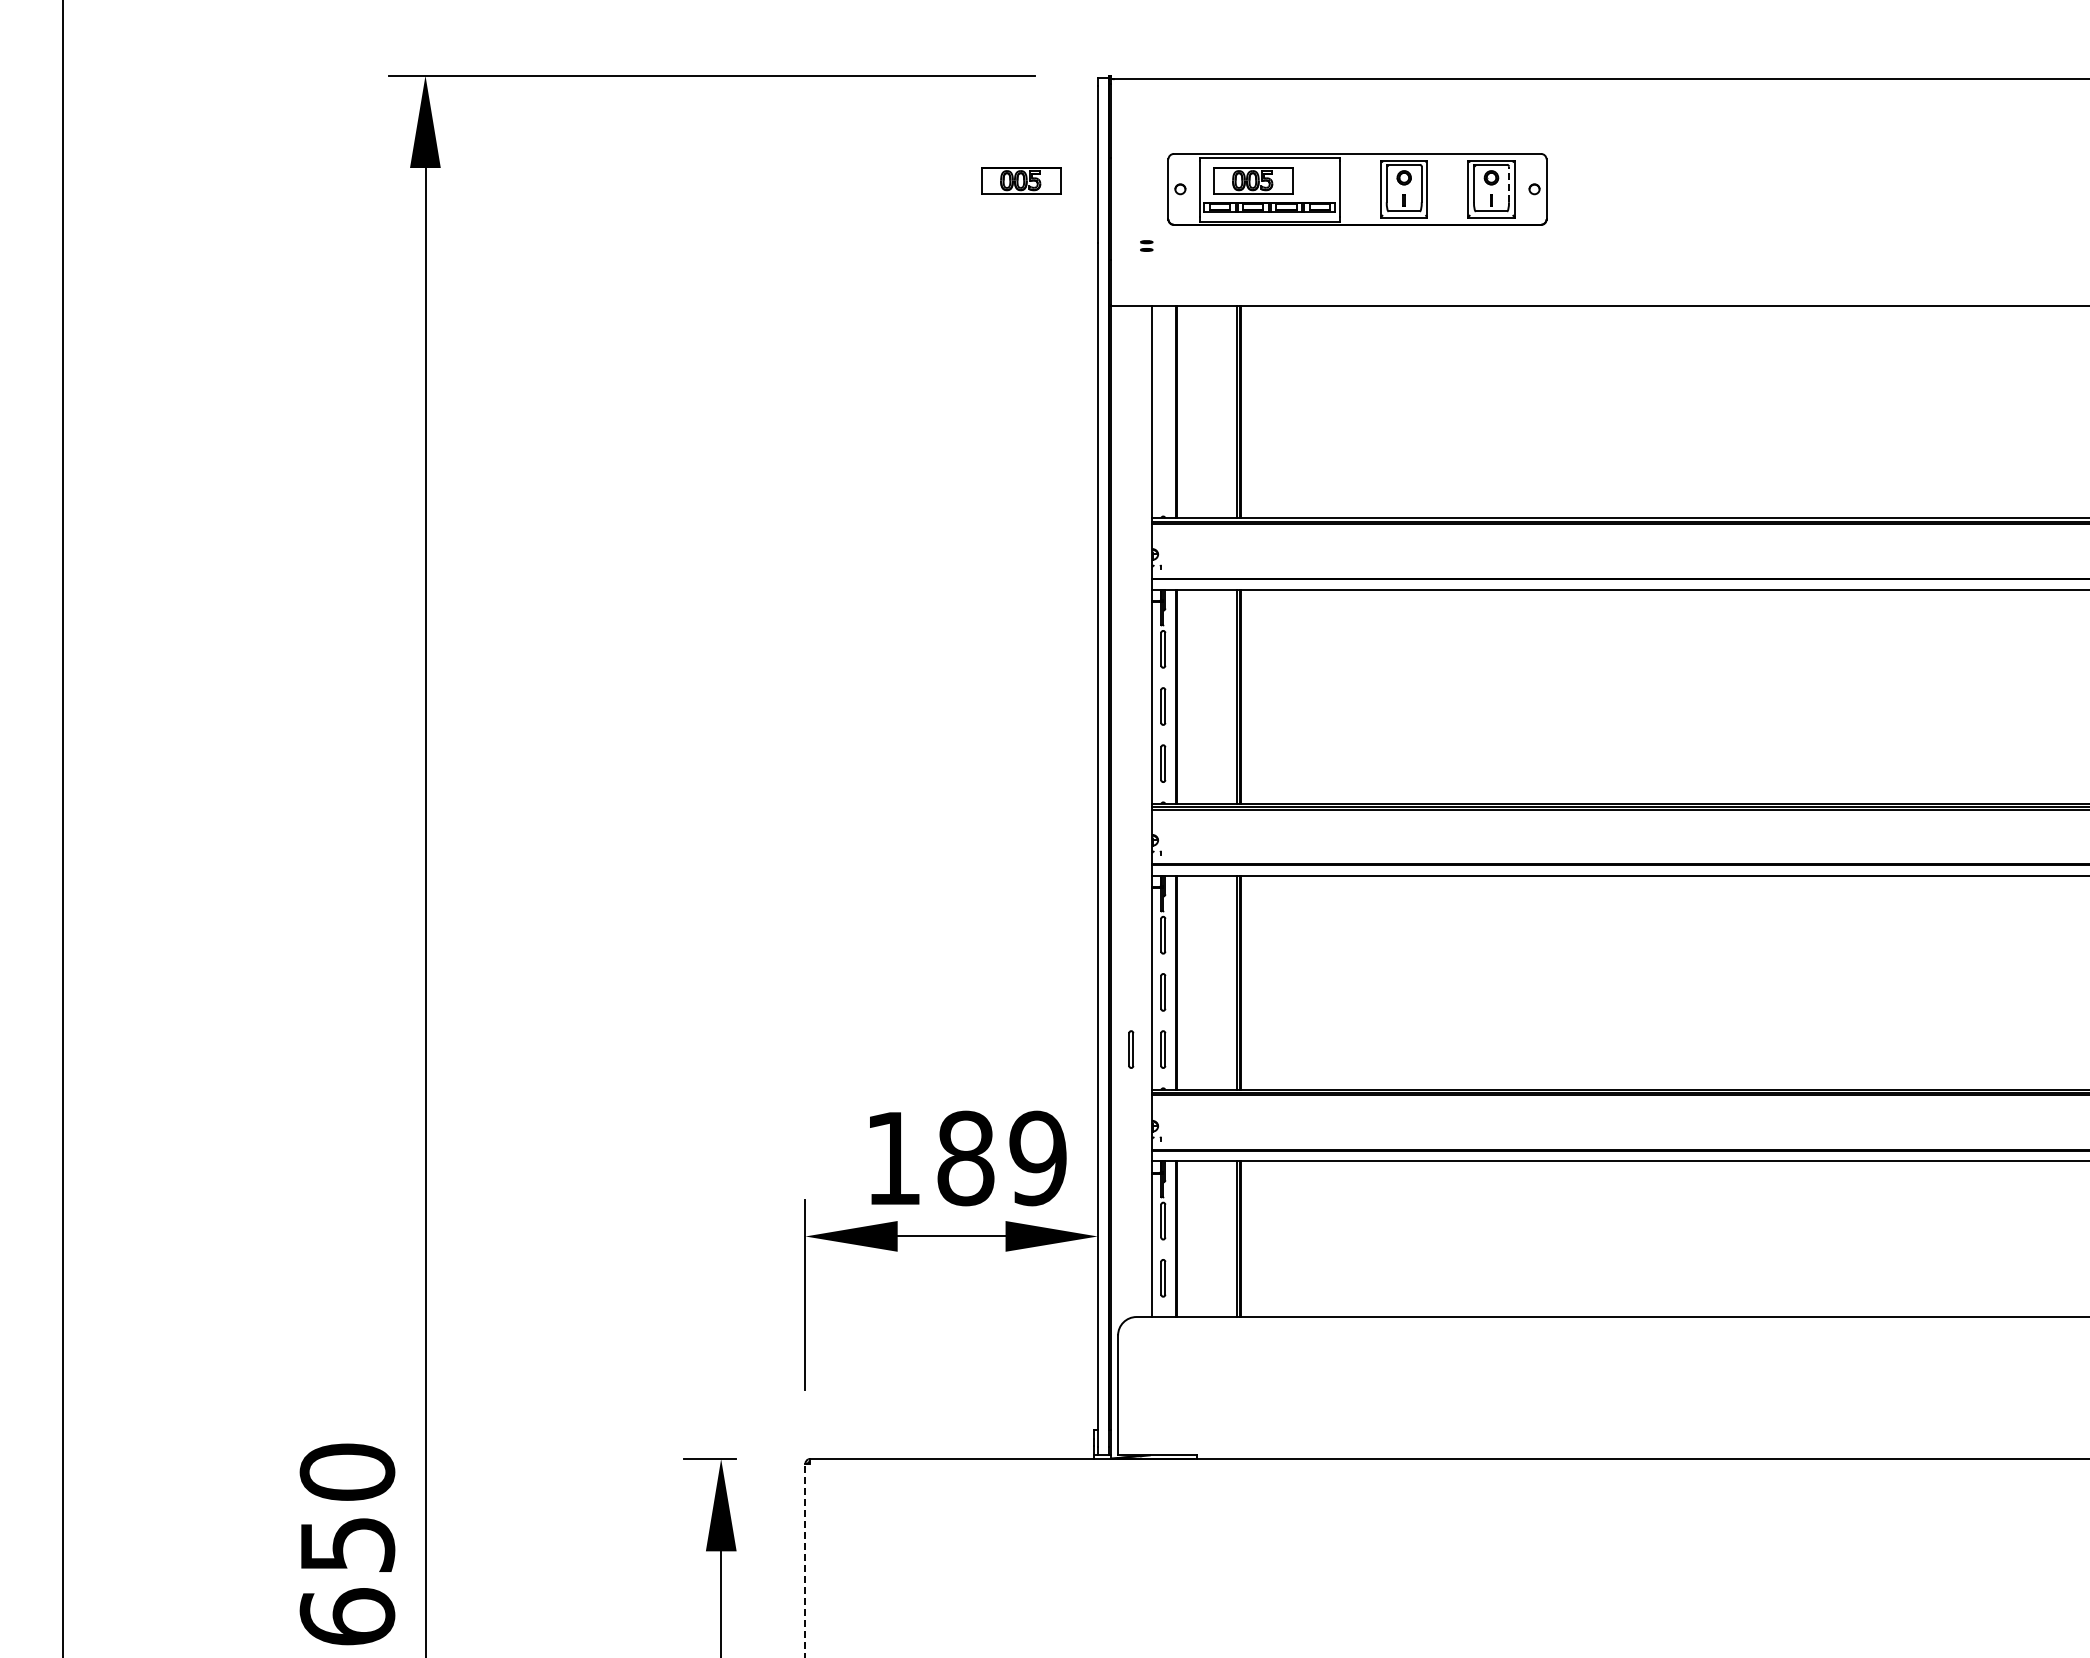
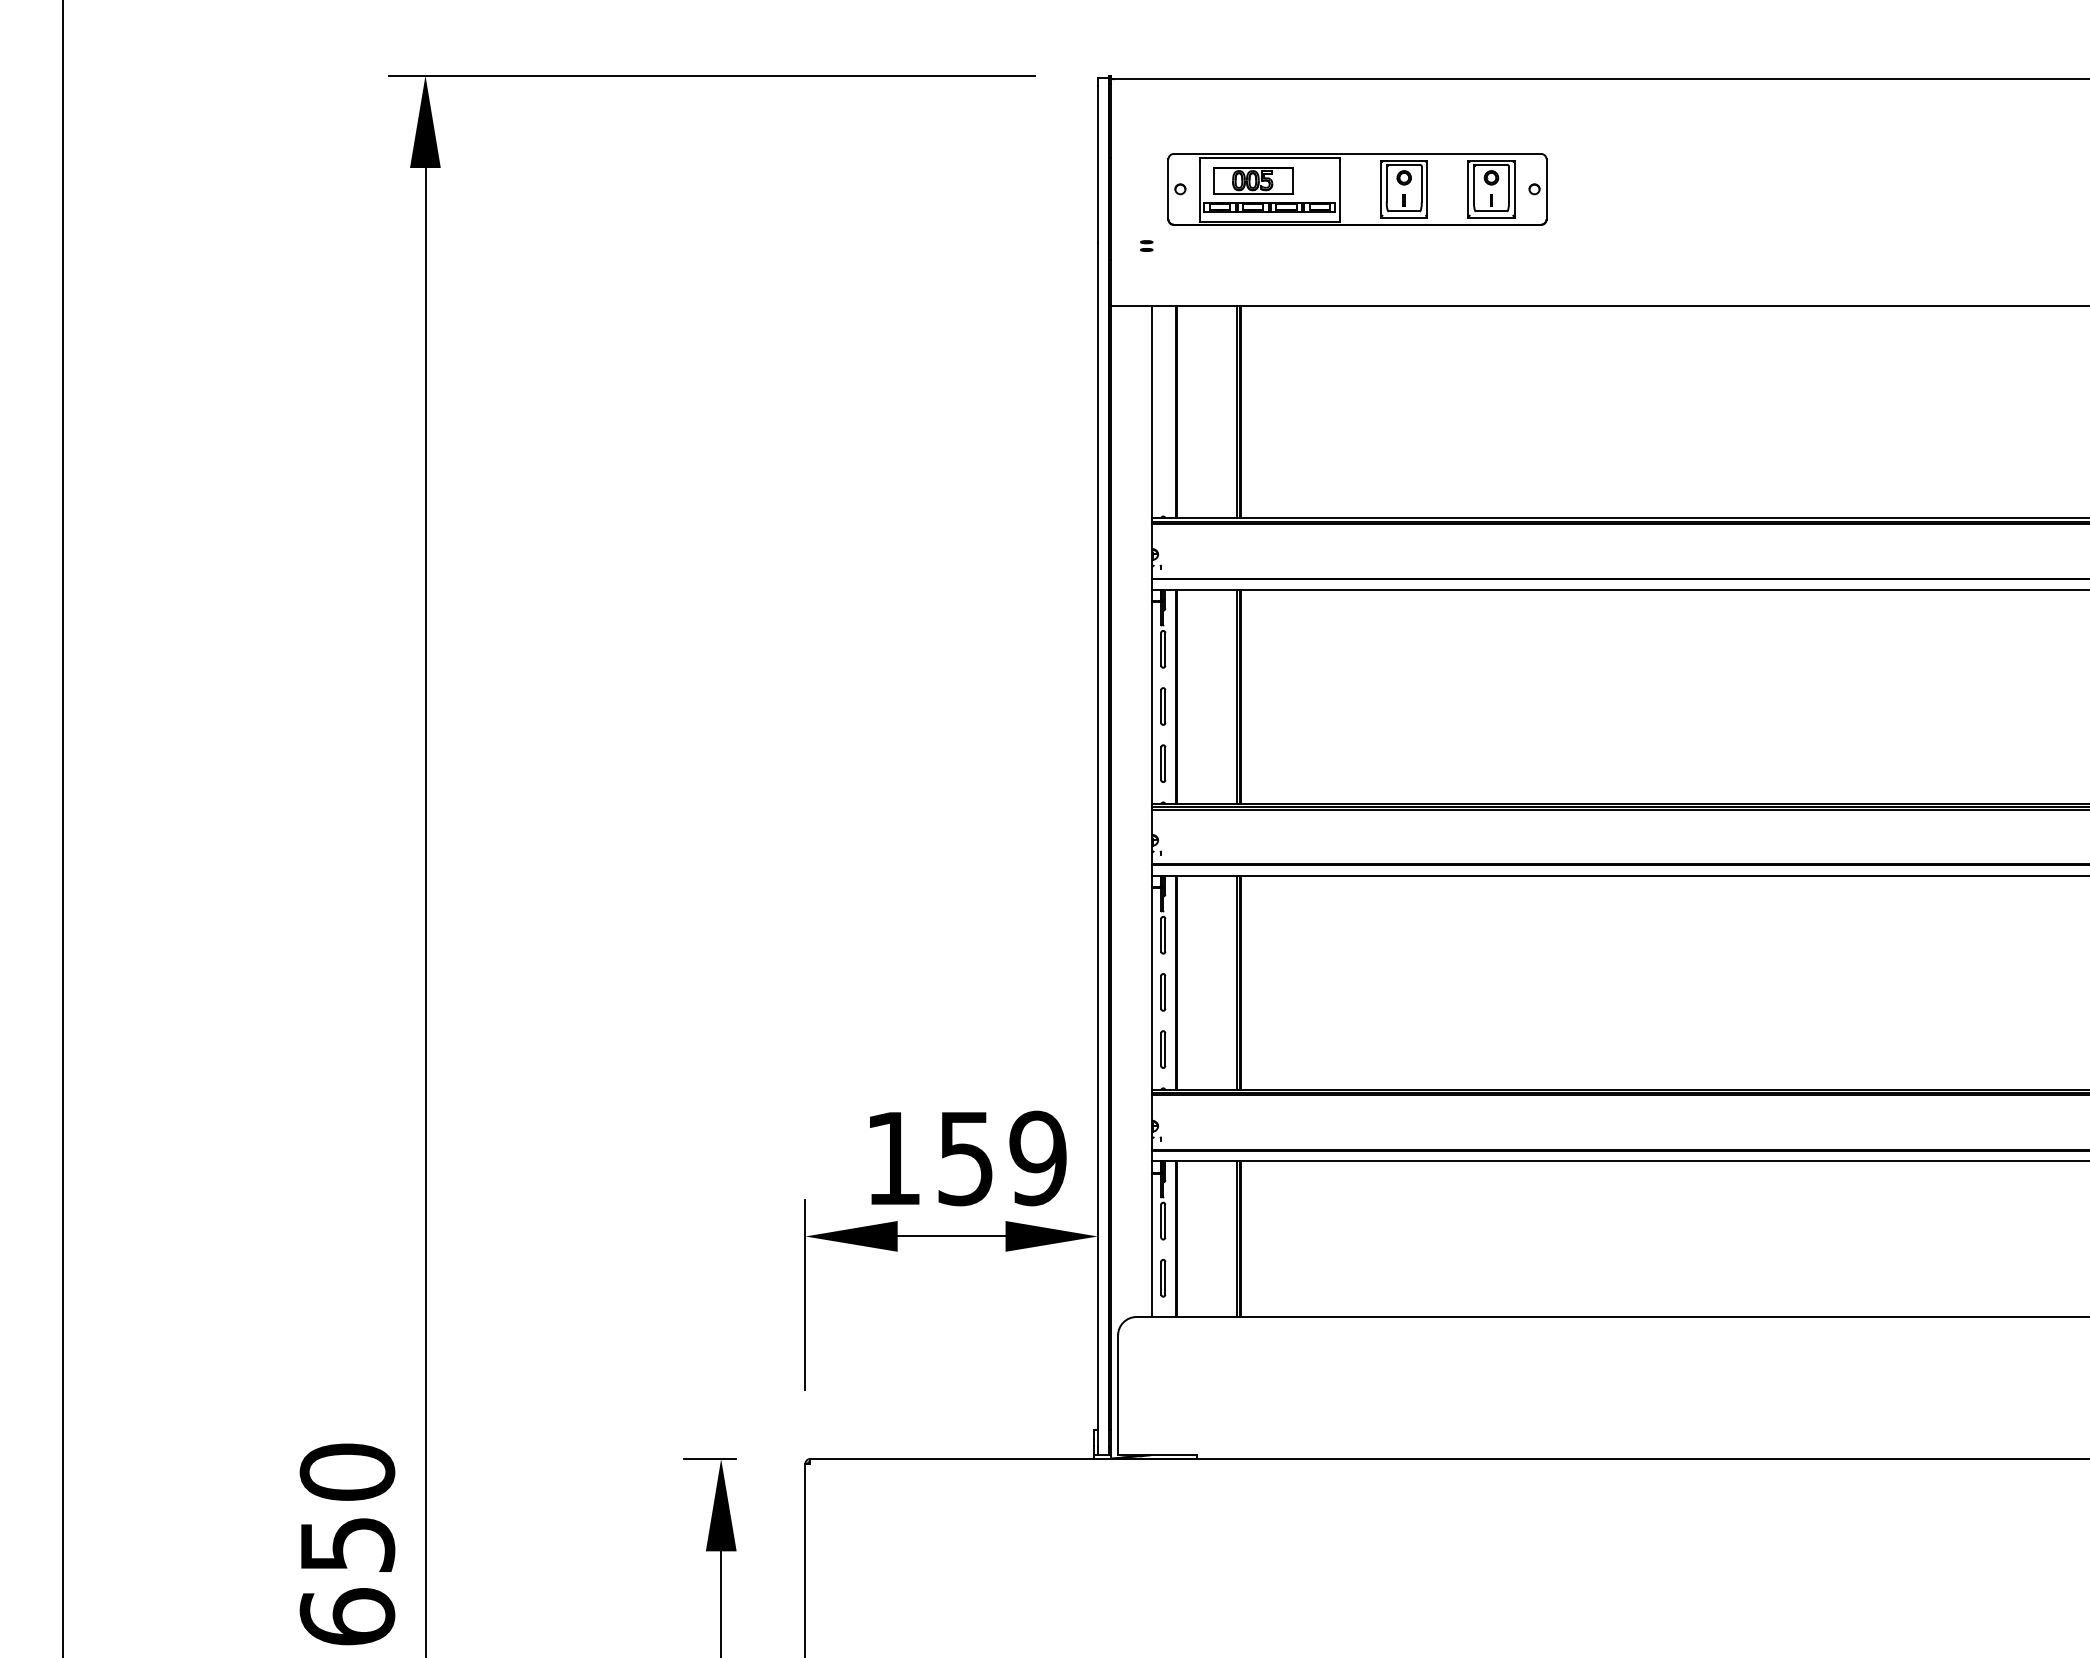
part at (1021, 180): present -> none
line at (1509, 184): dashed -> solid
part at (1131, 1049): present -> none
text at (965, 1158): 189 -> 159
line at (805, 1560): dashed -> solid
